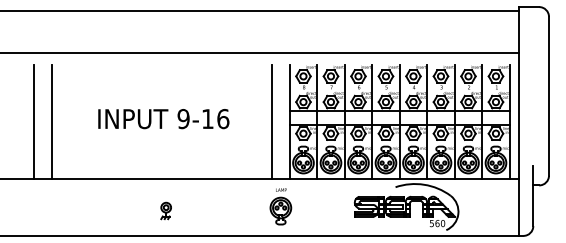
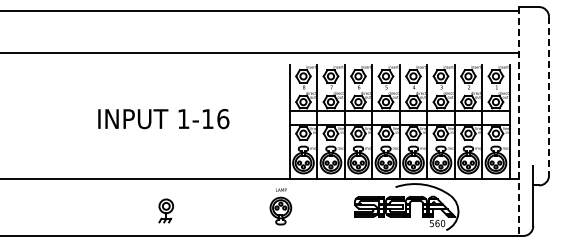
line at (549, 96): solid -> dashed
text at (183, 119): 9-16 -> 1-16
line at (34, 121): present -> none
line at (52, 121): present -> none
line at (272, 121): present -> none
line at (518, 121): solid -> dashed
part at (165, 210) size: 12x20 px -> 17x26 px
